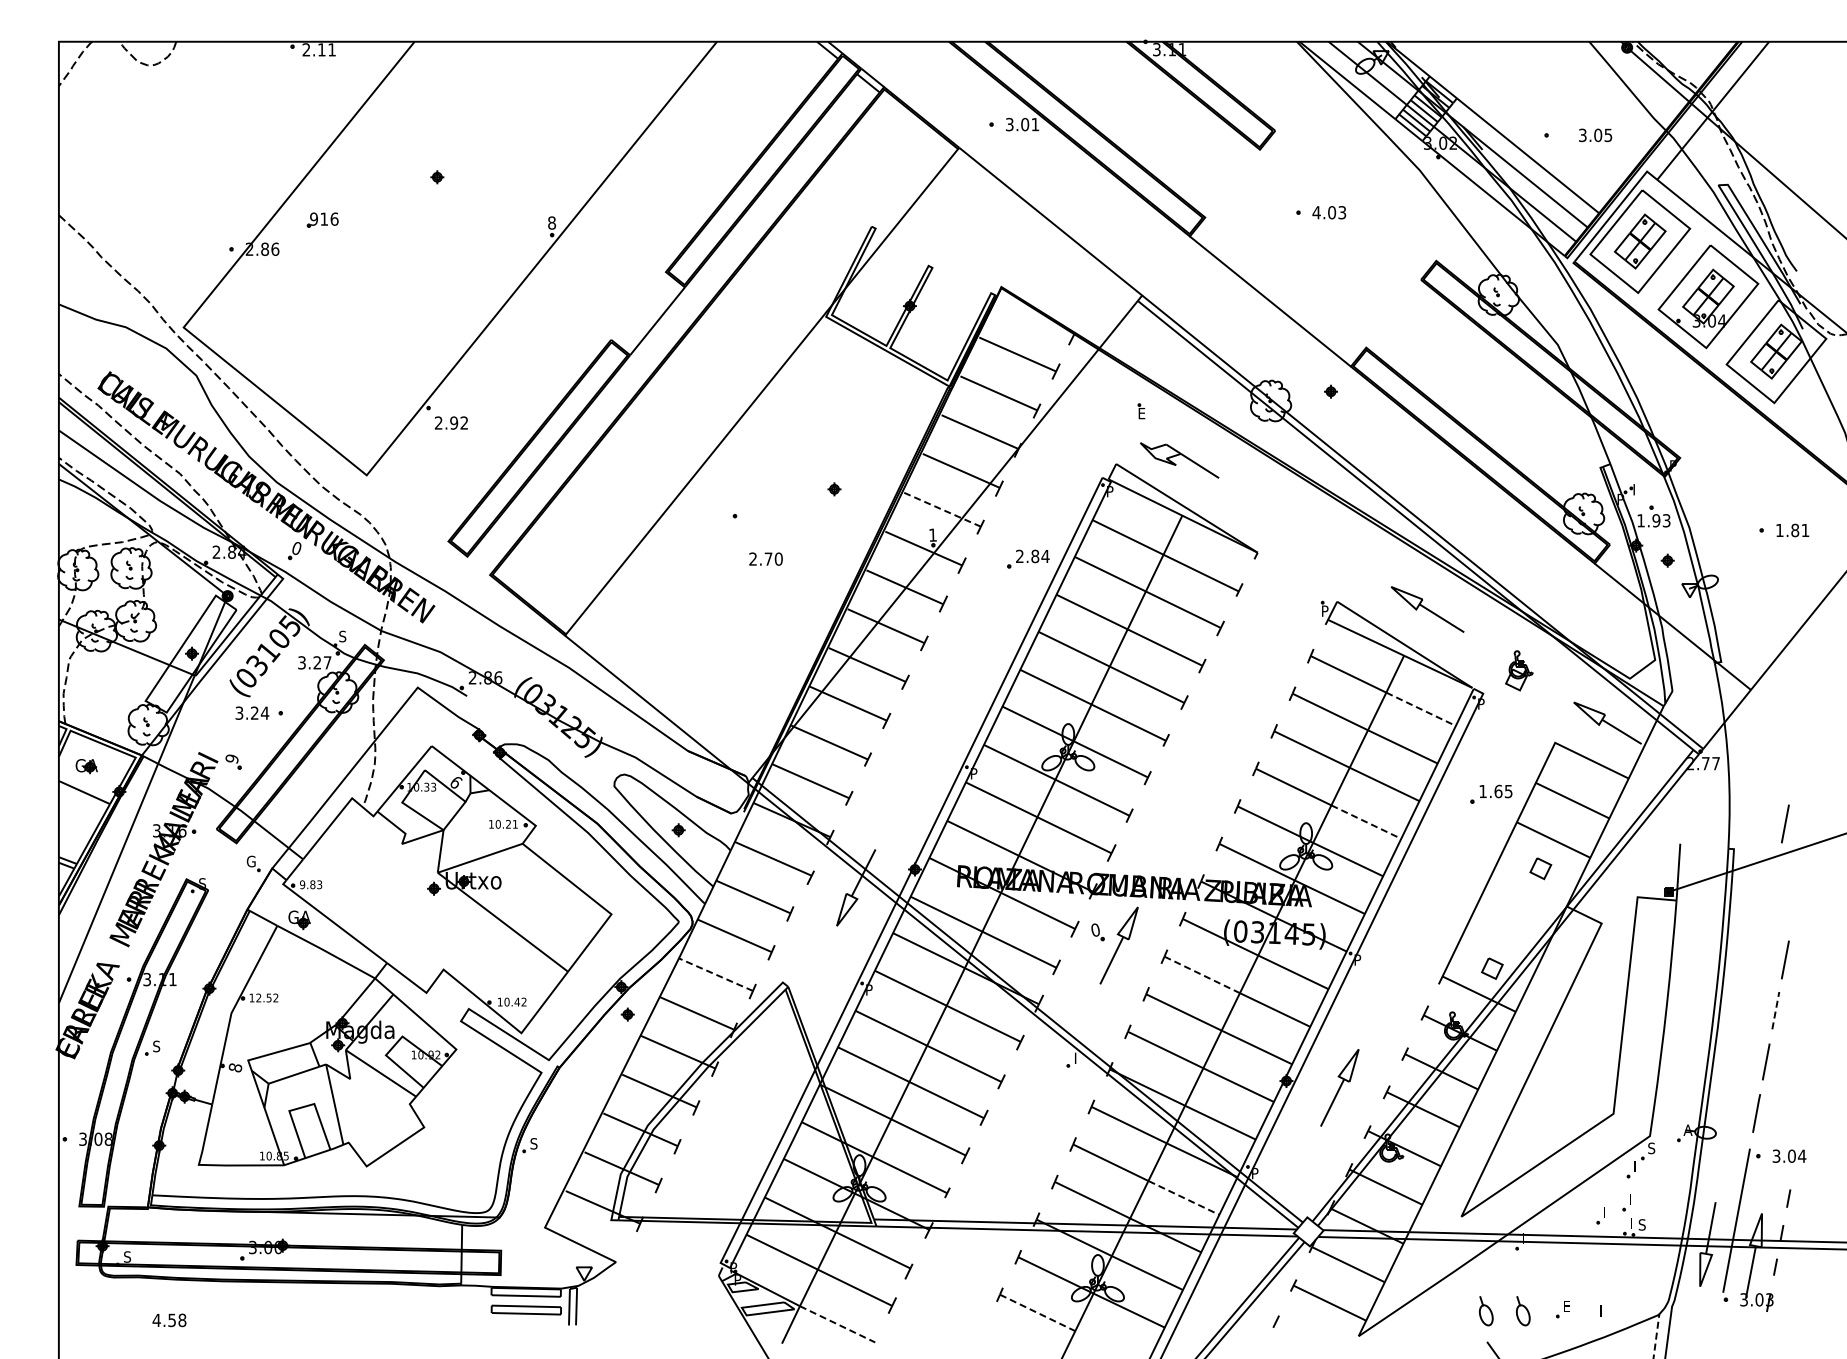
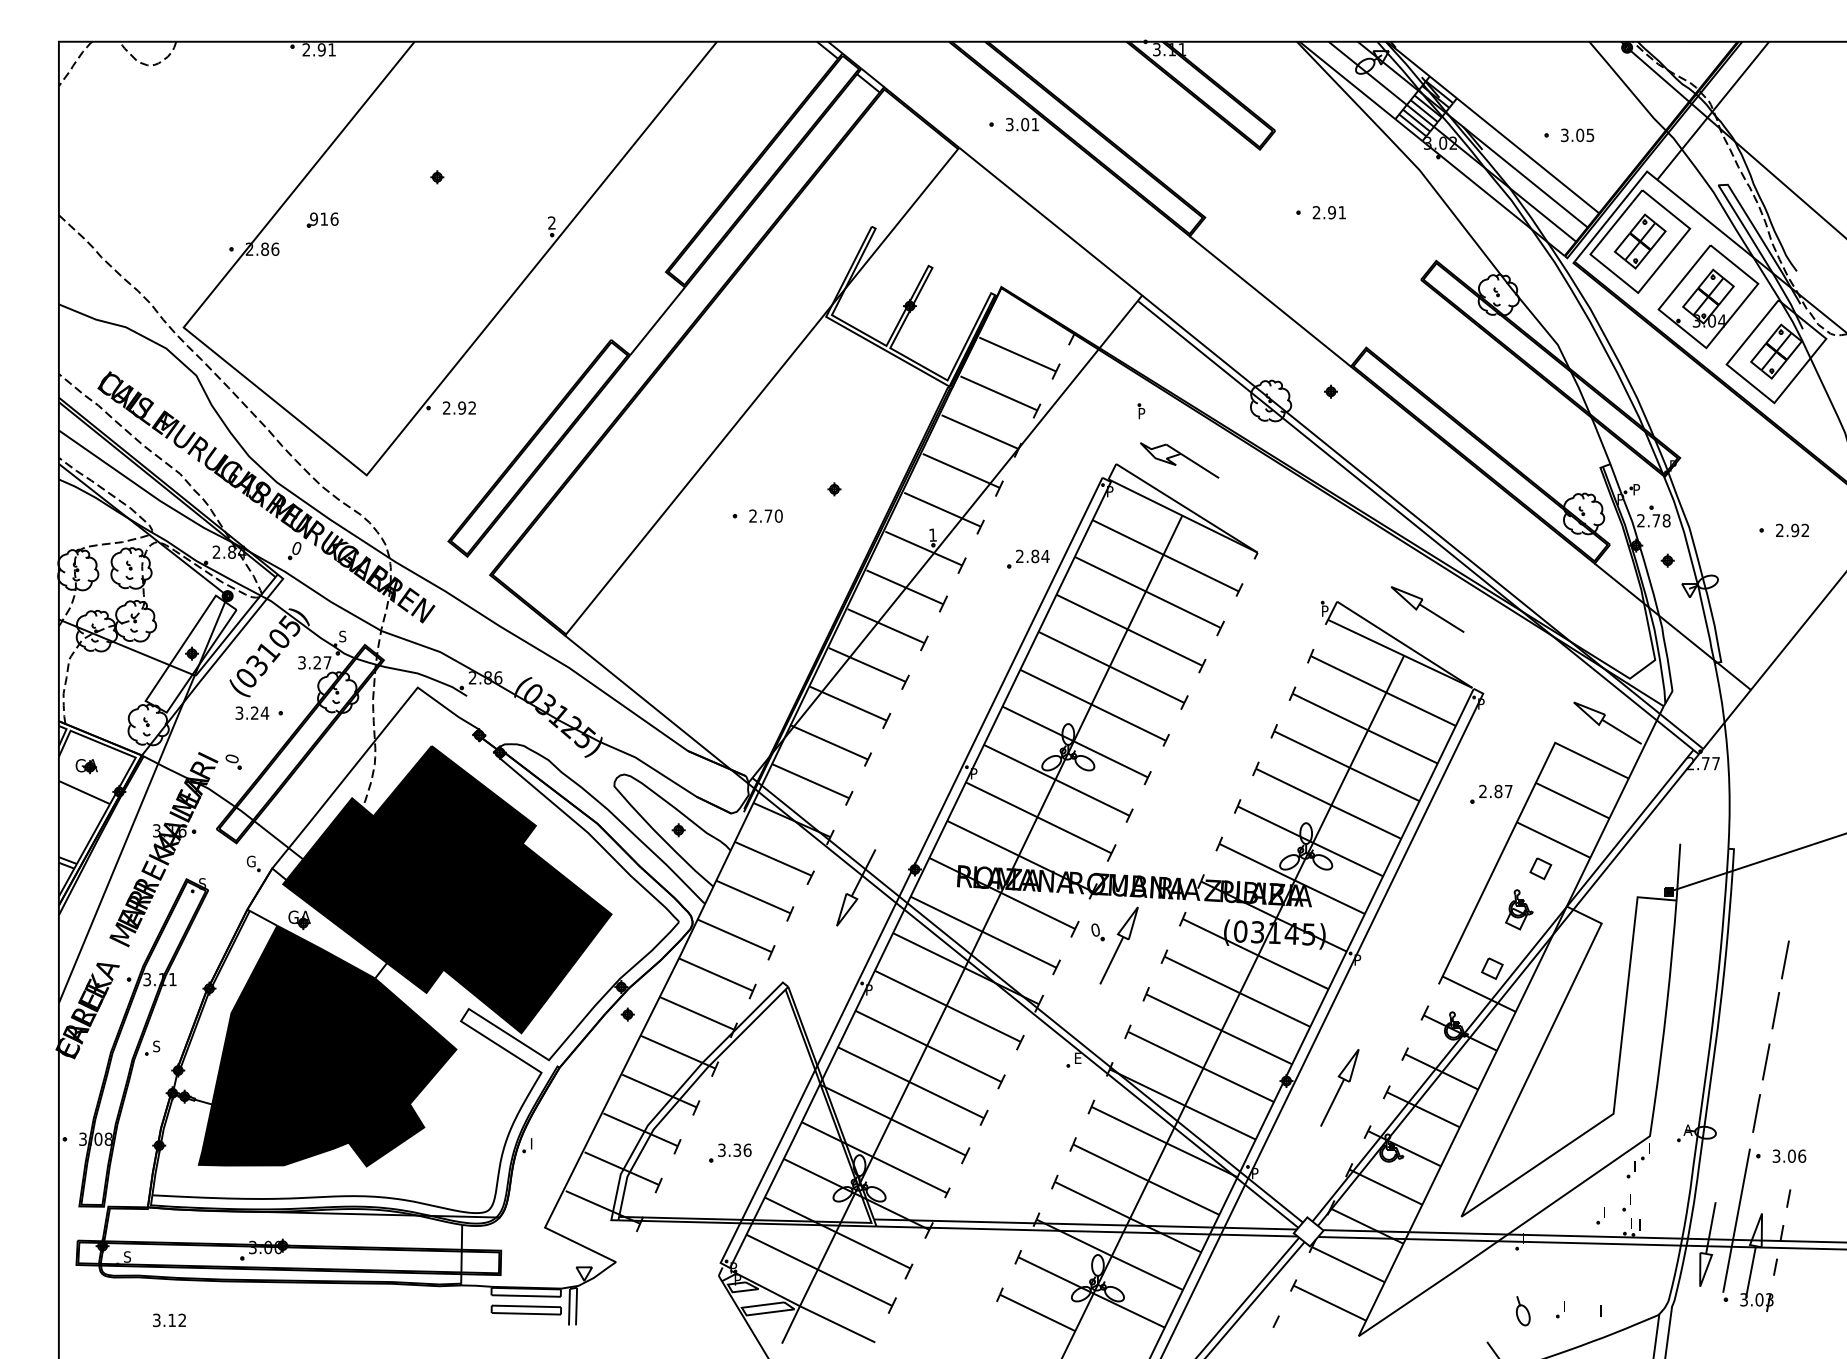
text at (321, 49): 2.11 -> 2.91
text at (1595, 135) position: (1595, 135) -> (1577, 135)
text at (1329, 212): 4.03 -> 2.91
text at (552, 222): 8 -> 2
text at (1142, 413): E -> P
text at (450, 422) position: (450, 422) -> (458, 407)
text at (1637, 487): I -> P
line at (942, 509): dashed -> solid
text at (1653, 520): 1.93 -> 2.78
text at (1792, 530): 1.81 -> 2.92
text at (765, 558) position: (765, 558) -> (765, 515)
part at (1519, 670) position: (1519, 670) -> (1519, 909)
line at (1421, 709): dashed -> solid
text at (231, 759): 9 -> 0
text at (1495, 791): 1.65 -> 2.87
line at (1366, 822): dashed -> solid
line at (1785, 823): present -> none
fill at (447, 889): none -> present
line at (715, 974): dashed -> solid
line at (1201, 974): dashed -> solid
line at (1775, 1010): dashed -> solid
fill at (327, 1045): none -> present
text at (1078, 1057): I -> E
text at (533, 1143): S -> I
text at (1651, 1148): S -> I
part at (730, 1152): none -> present
text at (1801, 1155): 3.04 -> 3.06
line at (1184, 1198): dashed -> solid
text at (1641, 1224): S -> I
text at (1567, 1306): E -> I
part at (1485, 1311): present -> none
line at (1037, 1312): dashed -> solid
text at (169, 1320): 4.58 -> 3.12
line at (837, 1324): dashed -> solid
line at (1656, 1335): dashed -> solid
